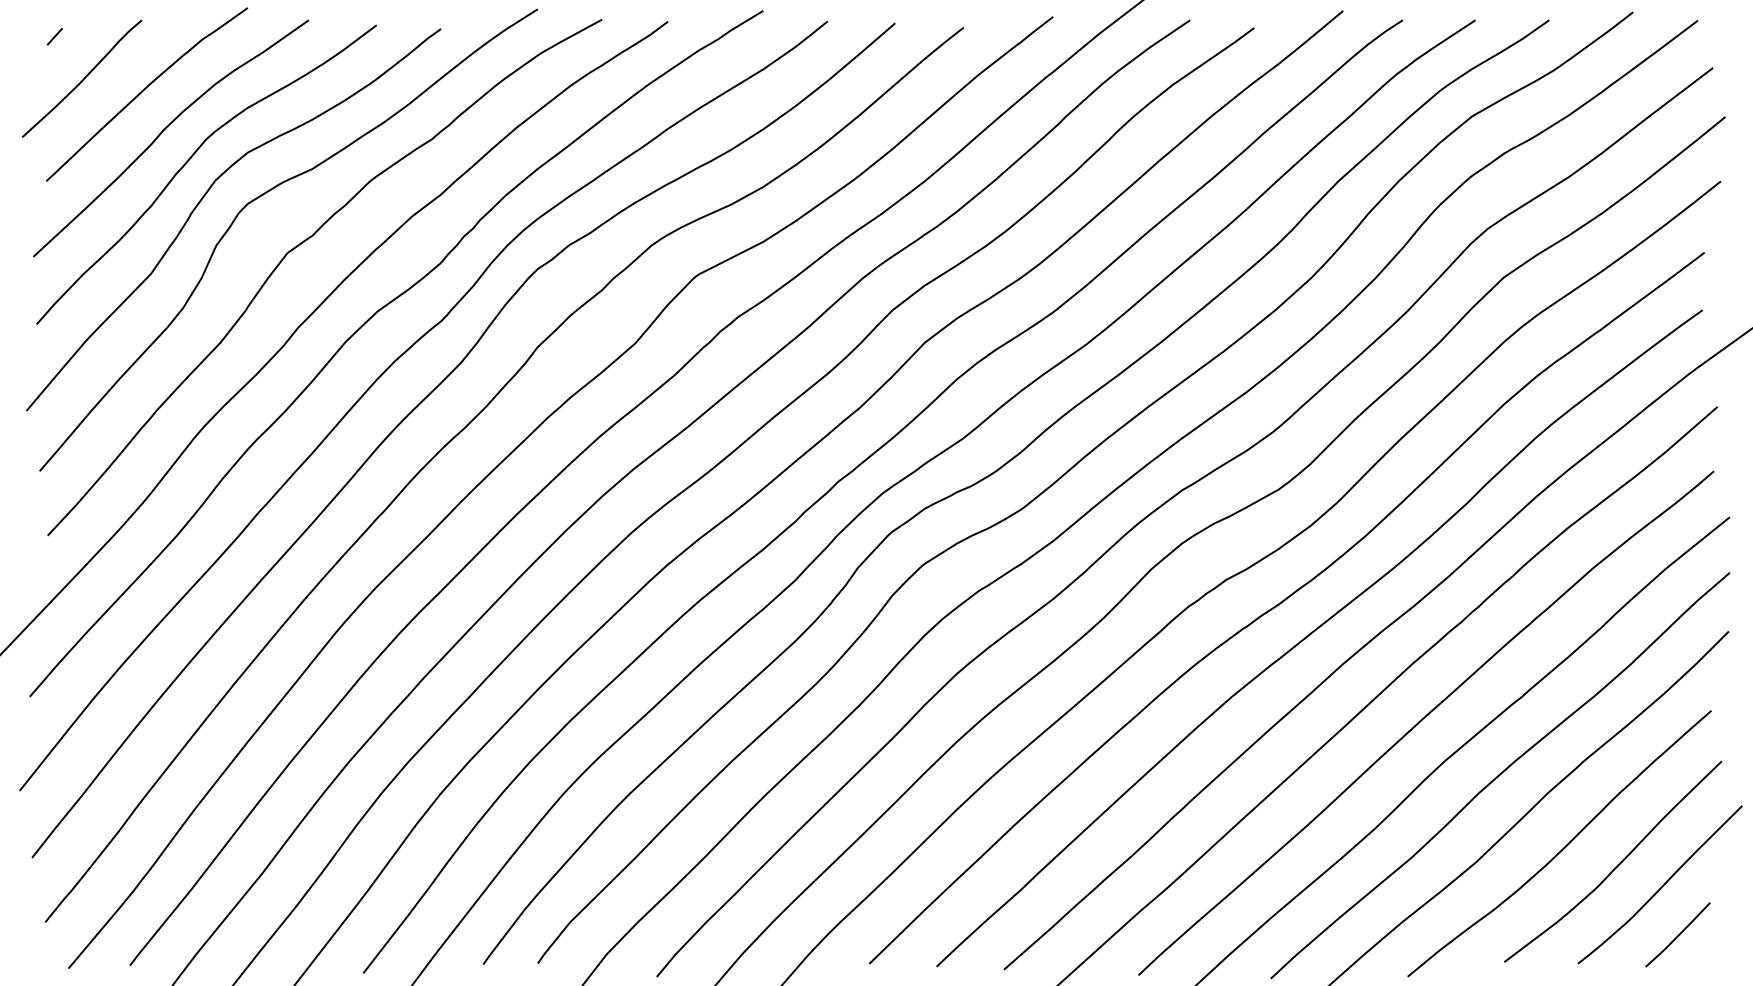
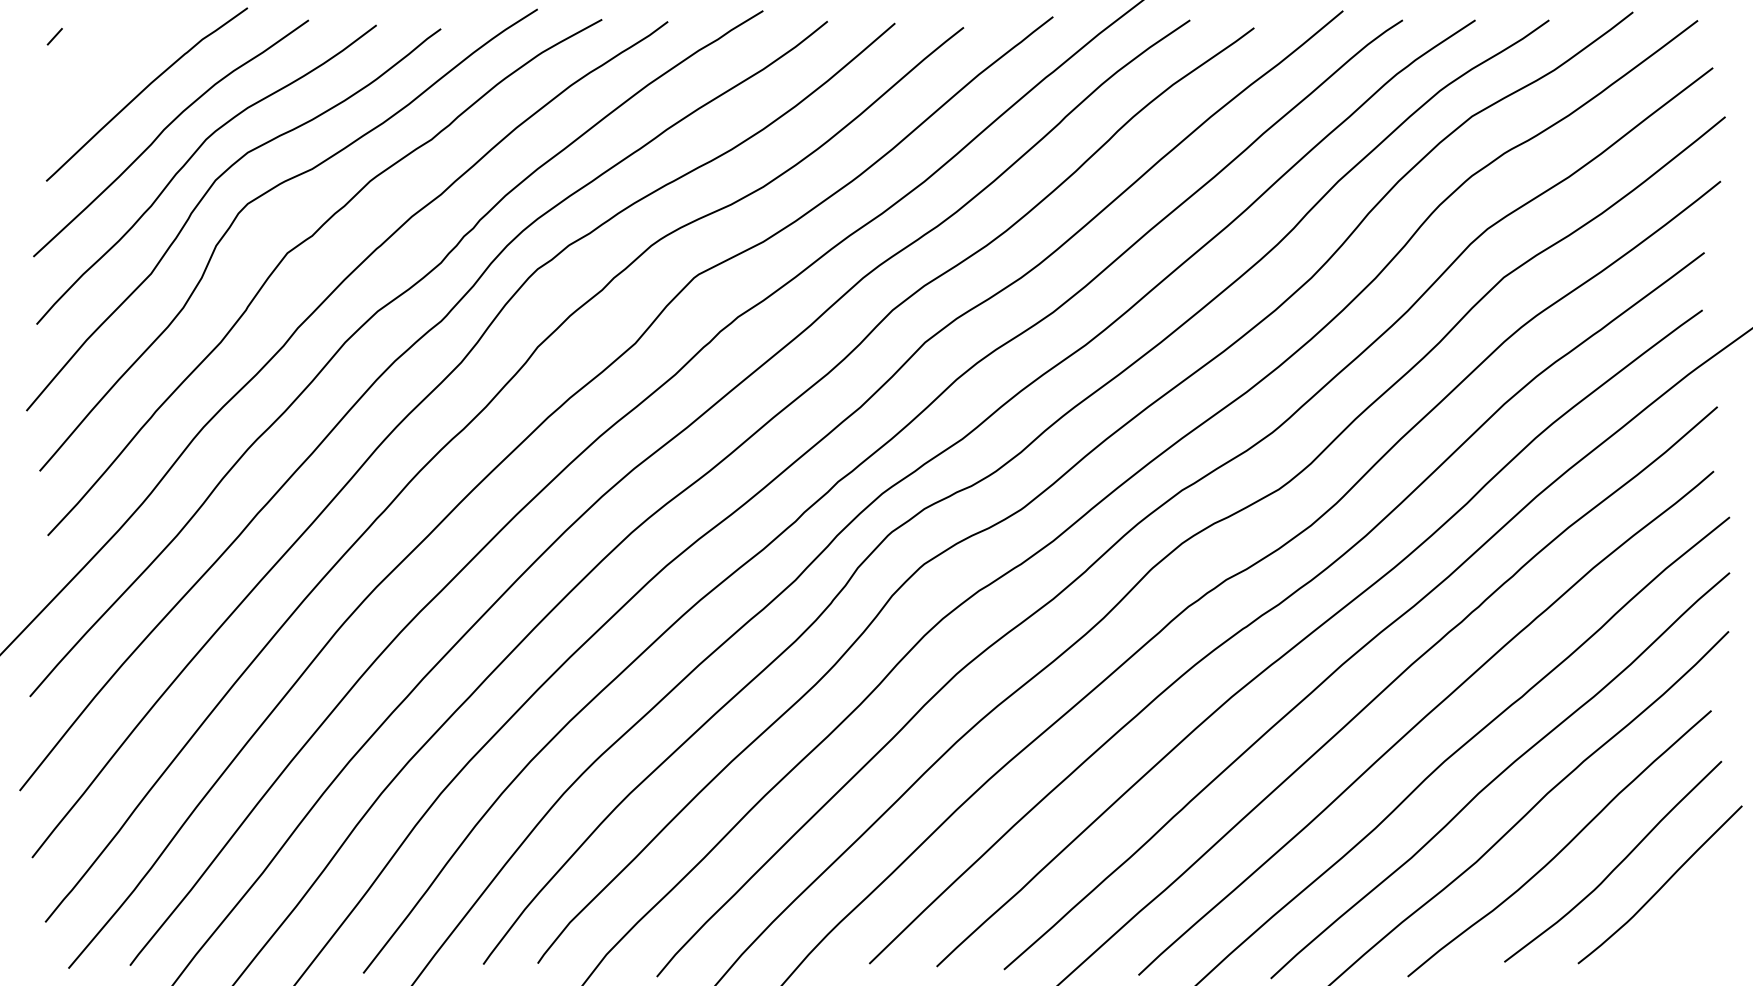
curve at (82, 79): present -> none
line at (1678, 934): present -> none
